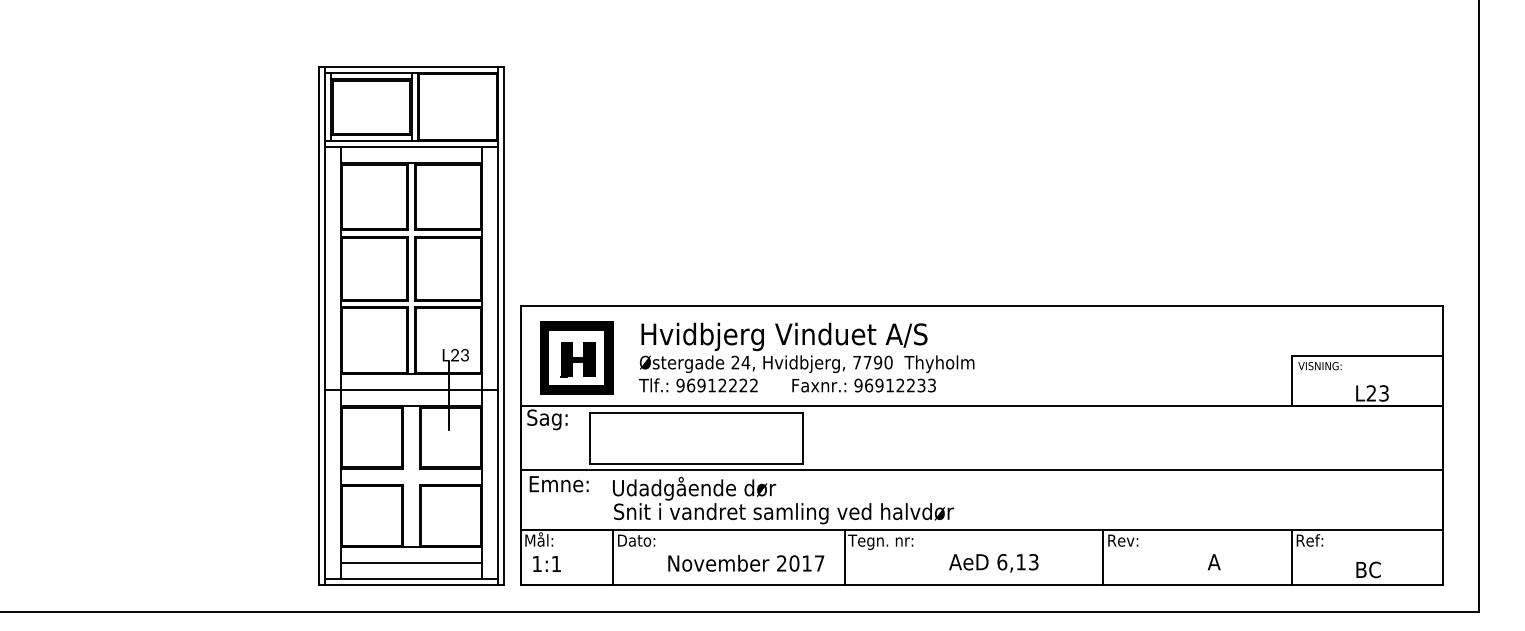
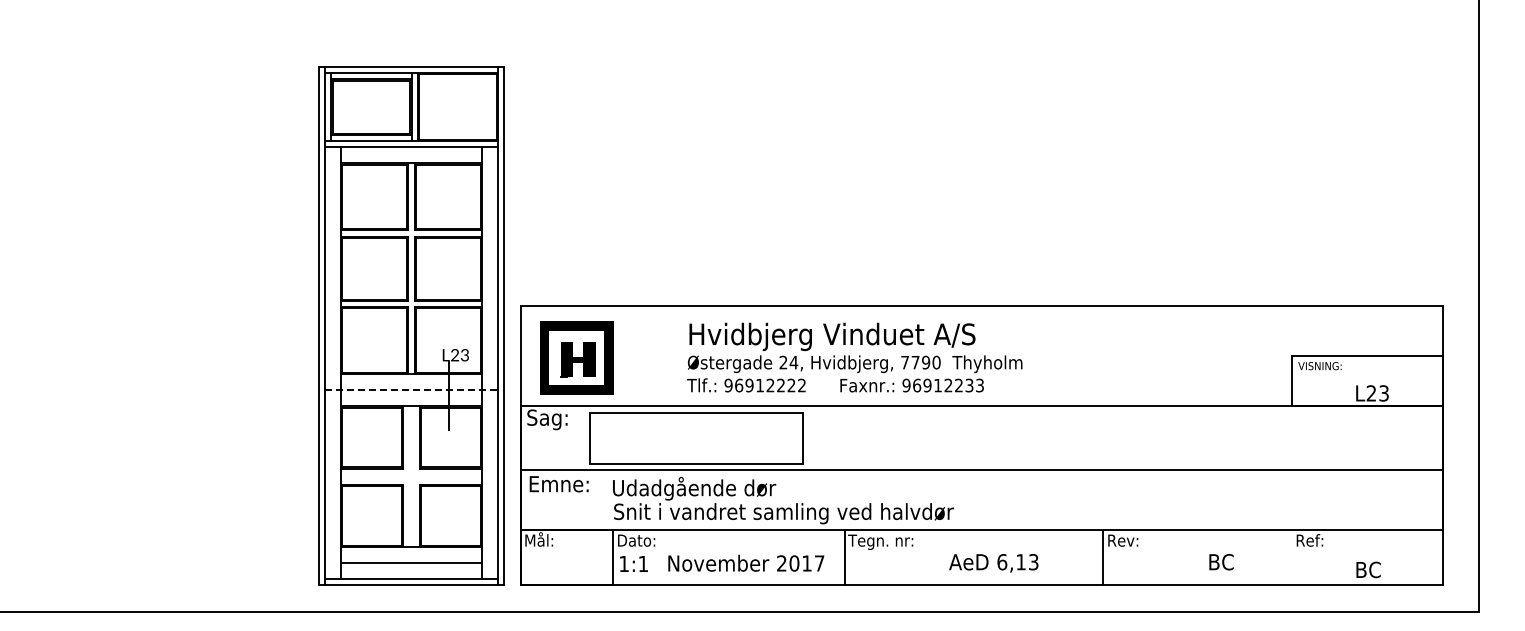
text at (806, 357) position: (806, 357) -> (854, 357)
line at (412, 390): solid -> dashed
line at (1291, 557): present -> none
text at (1220, 562): A -> BC
text at (546, 563) position: (546, 563) -> (633, 563)
